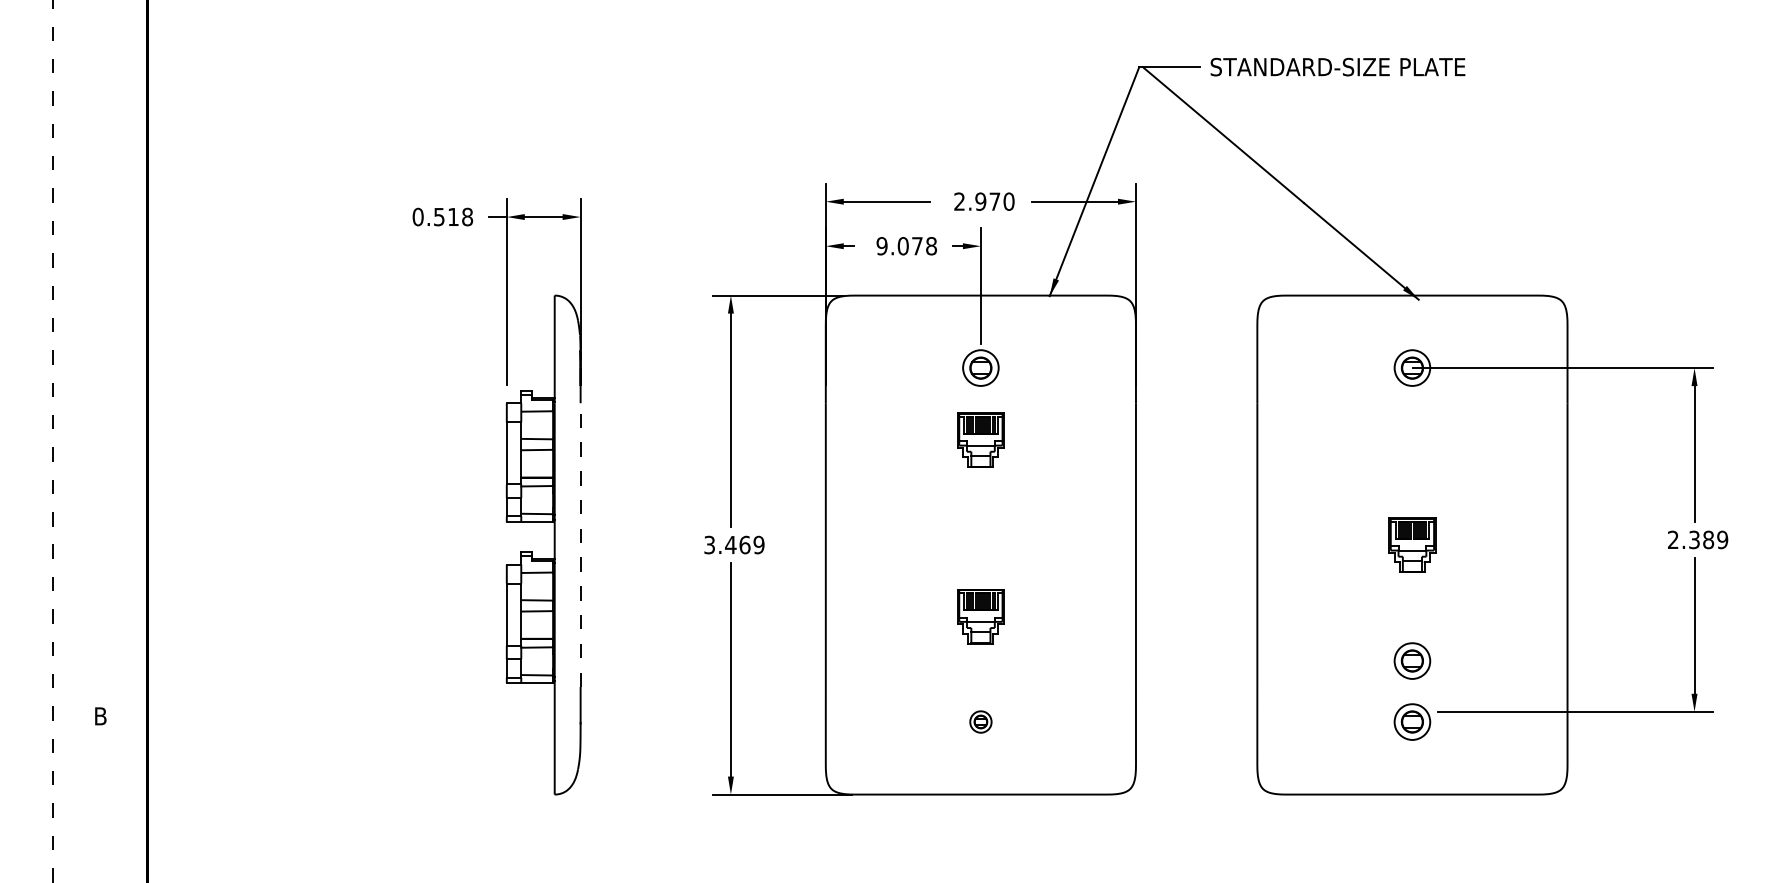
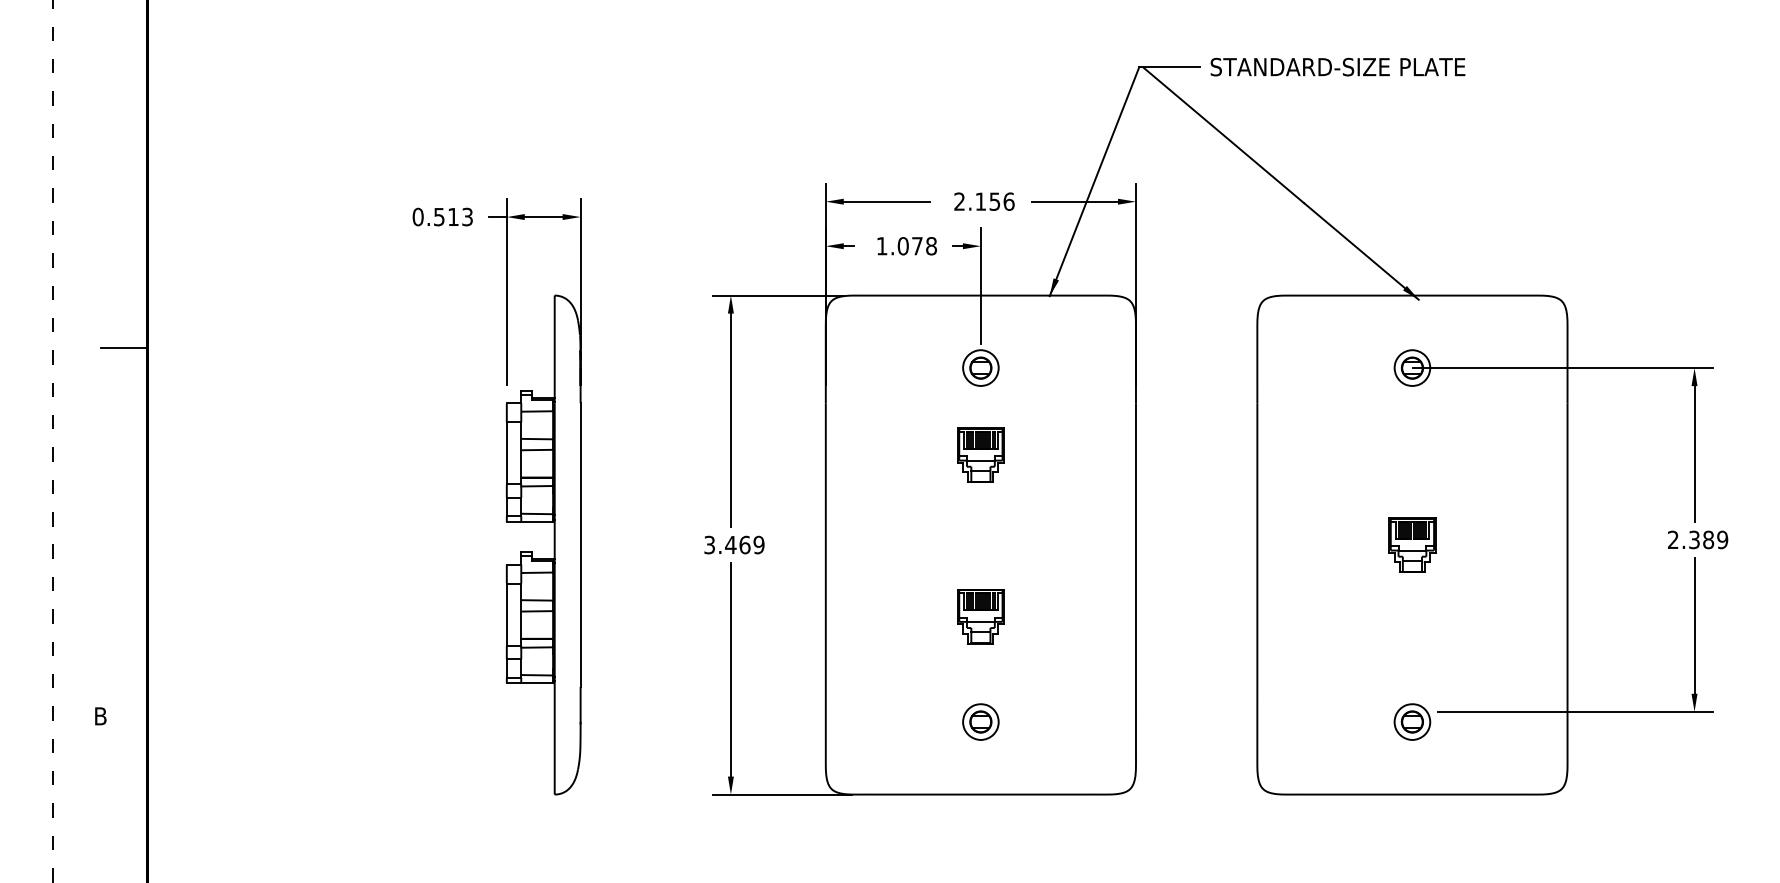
text at (994, 201): 2.970 -> 2.156
text at (467, 216): 0.518 -> 0.513
text at (881, 246): 9.078 -> 1.078
line at (123, 347): none -> present
part at (980, 439) position: (980, 439) -> (980, 454)
line at (580, 545): dashed -> solid
part at (1412, 660): present -> none
part at (980, 721) size: 24x24 px -> 38x38 px
